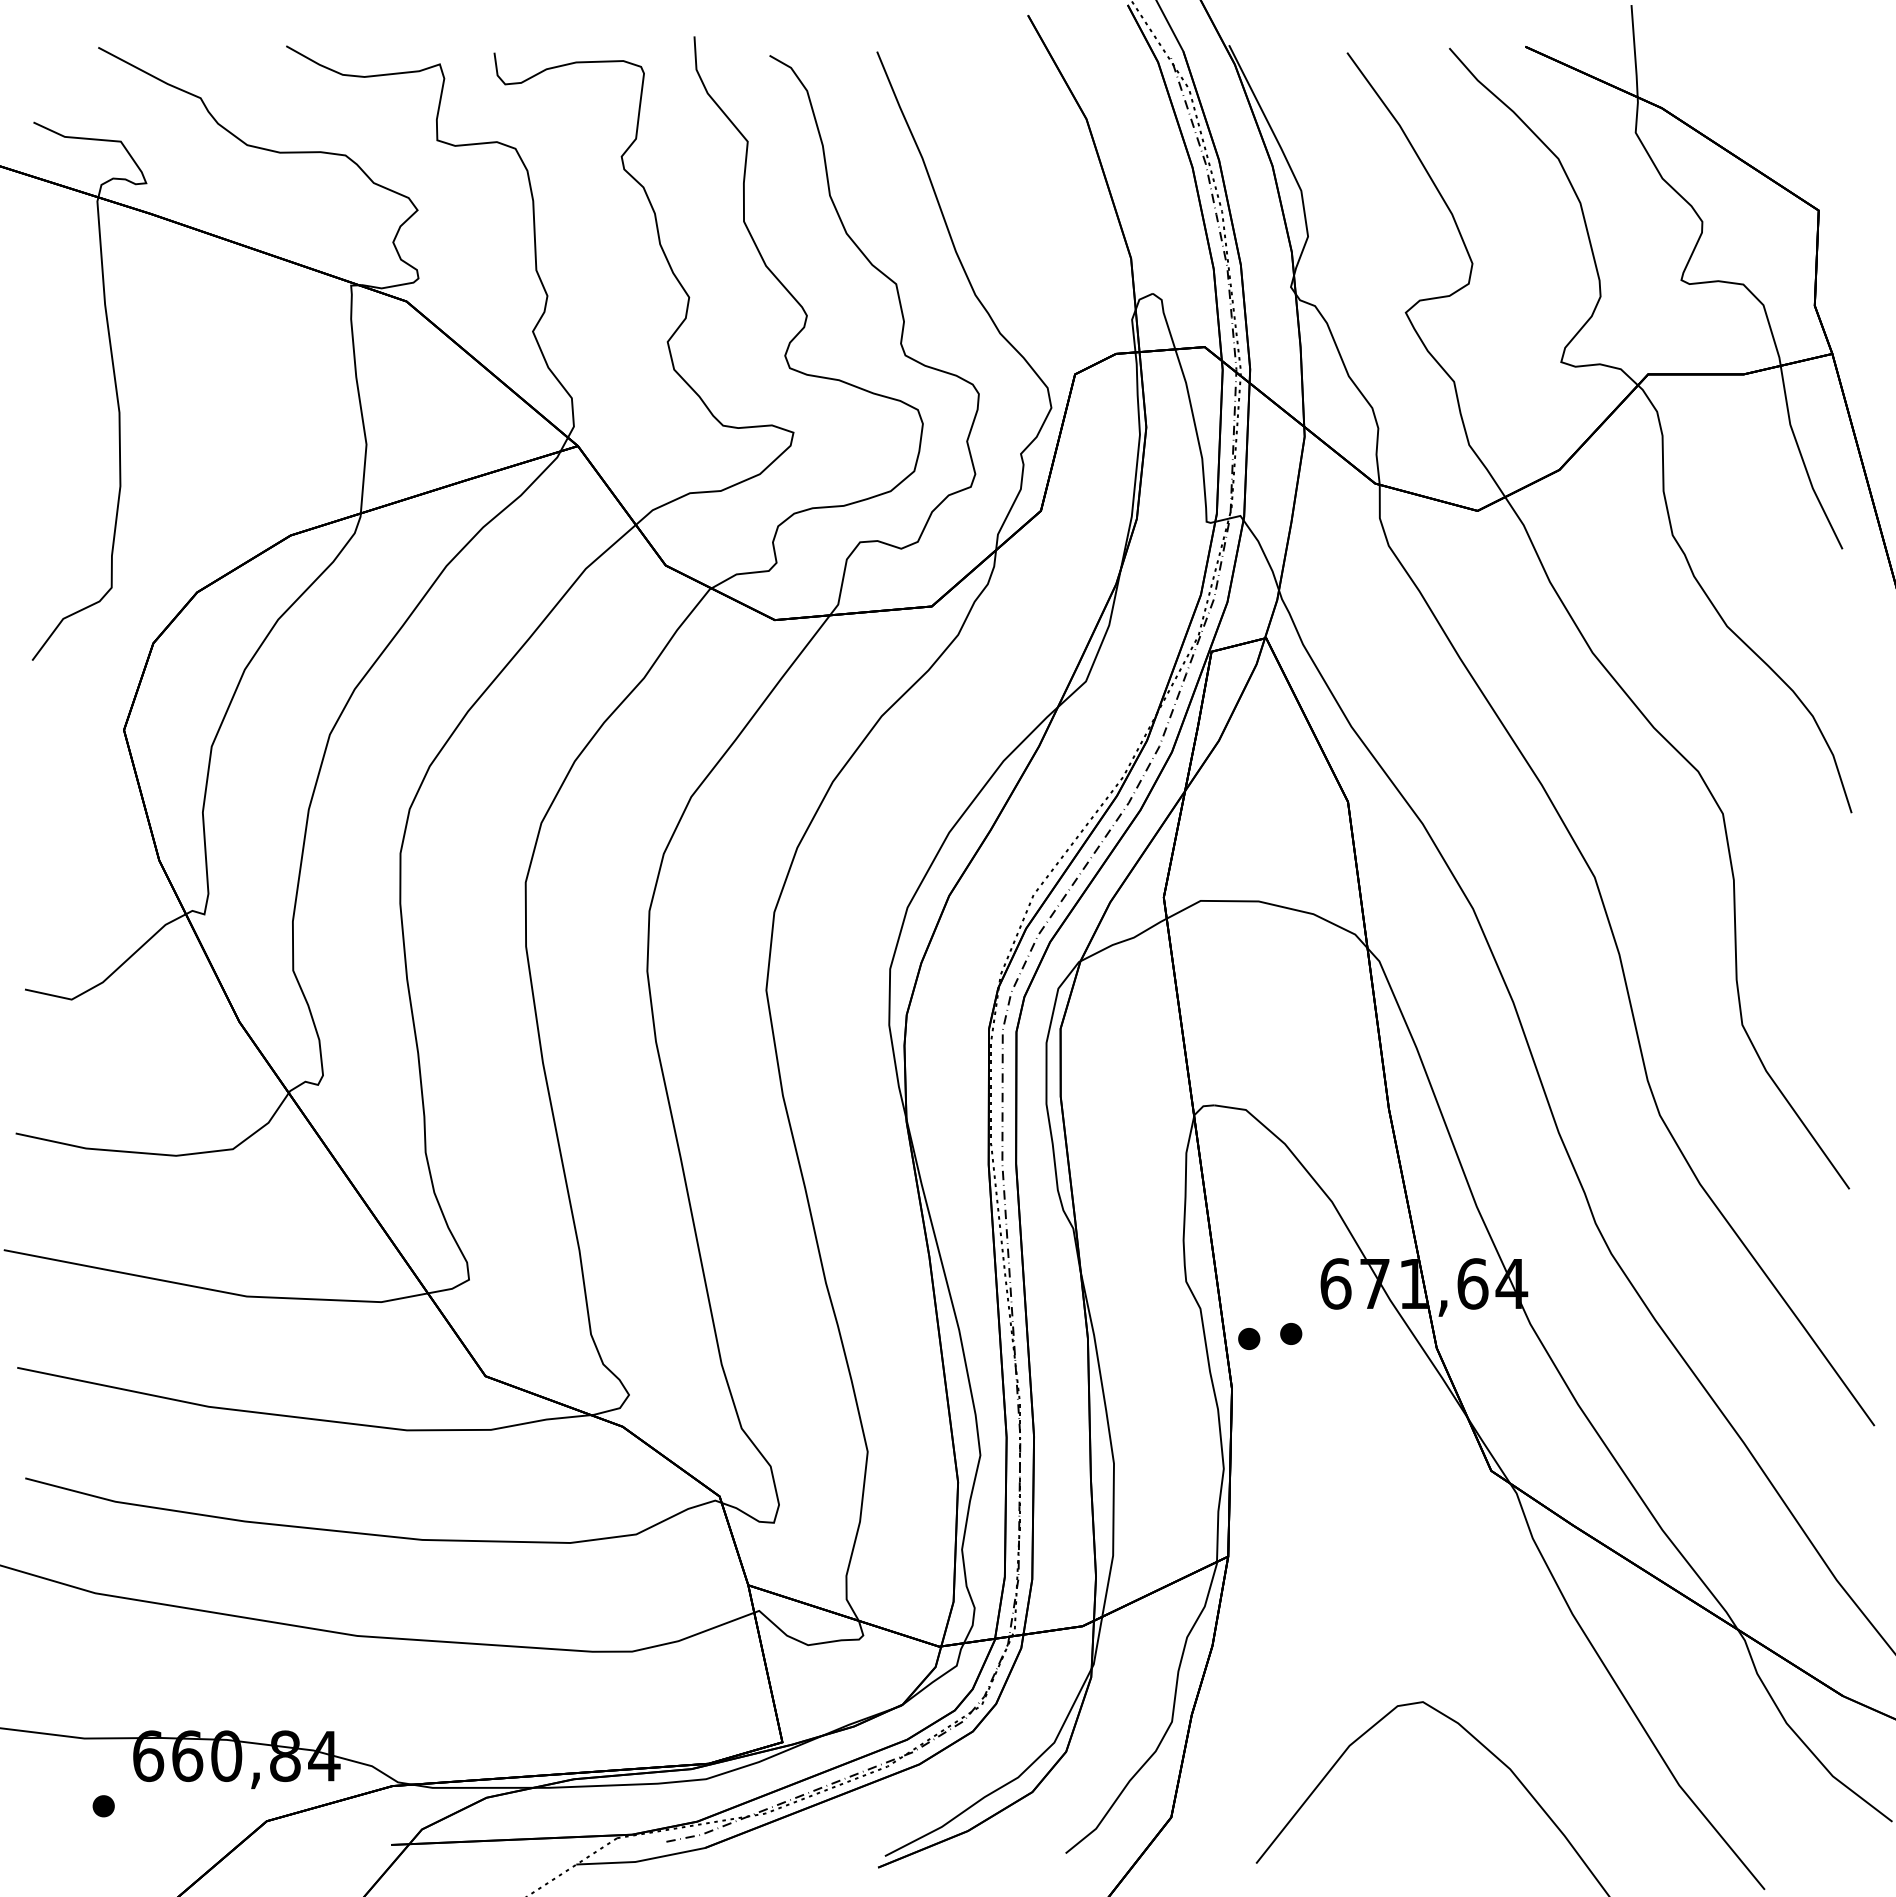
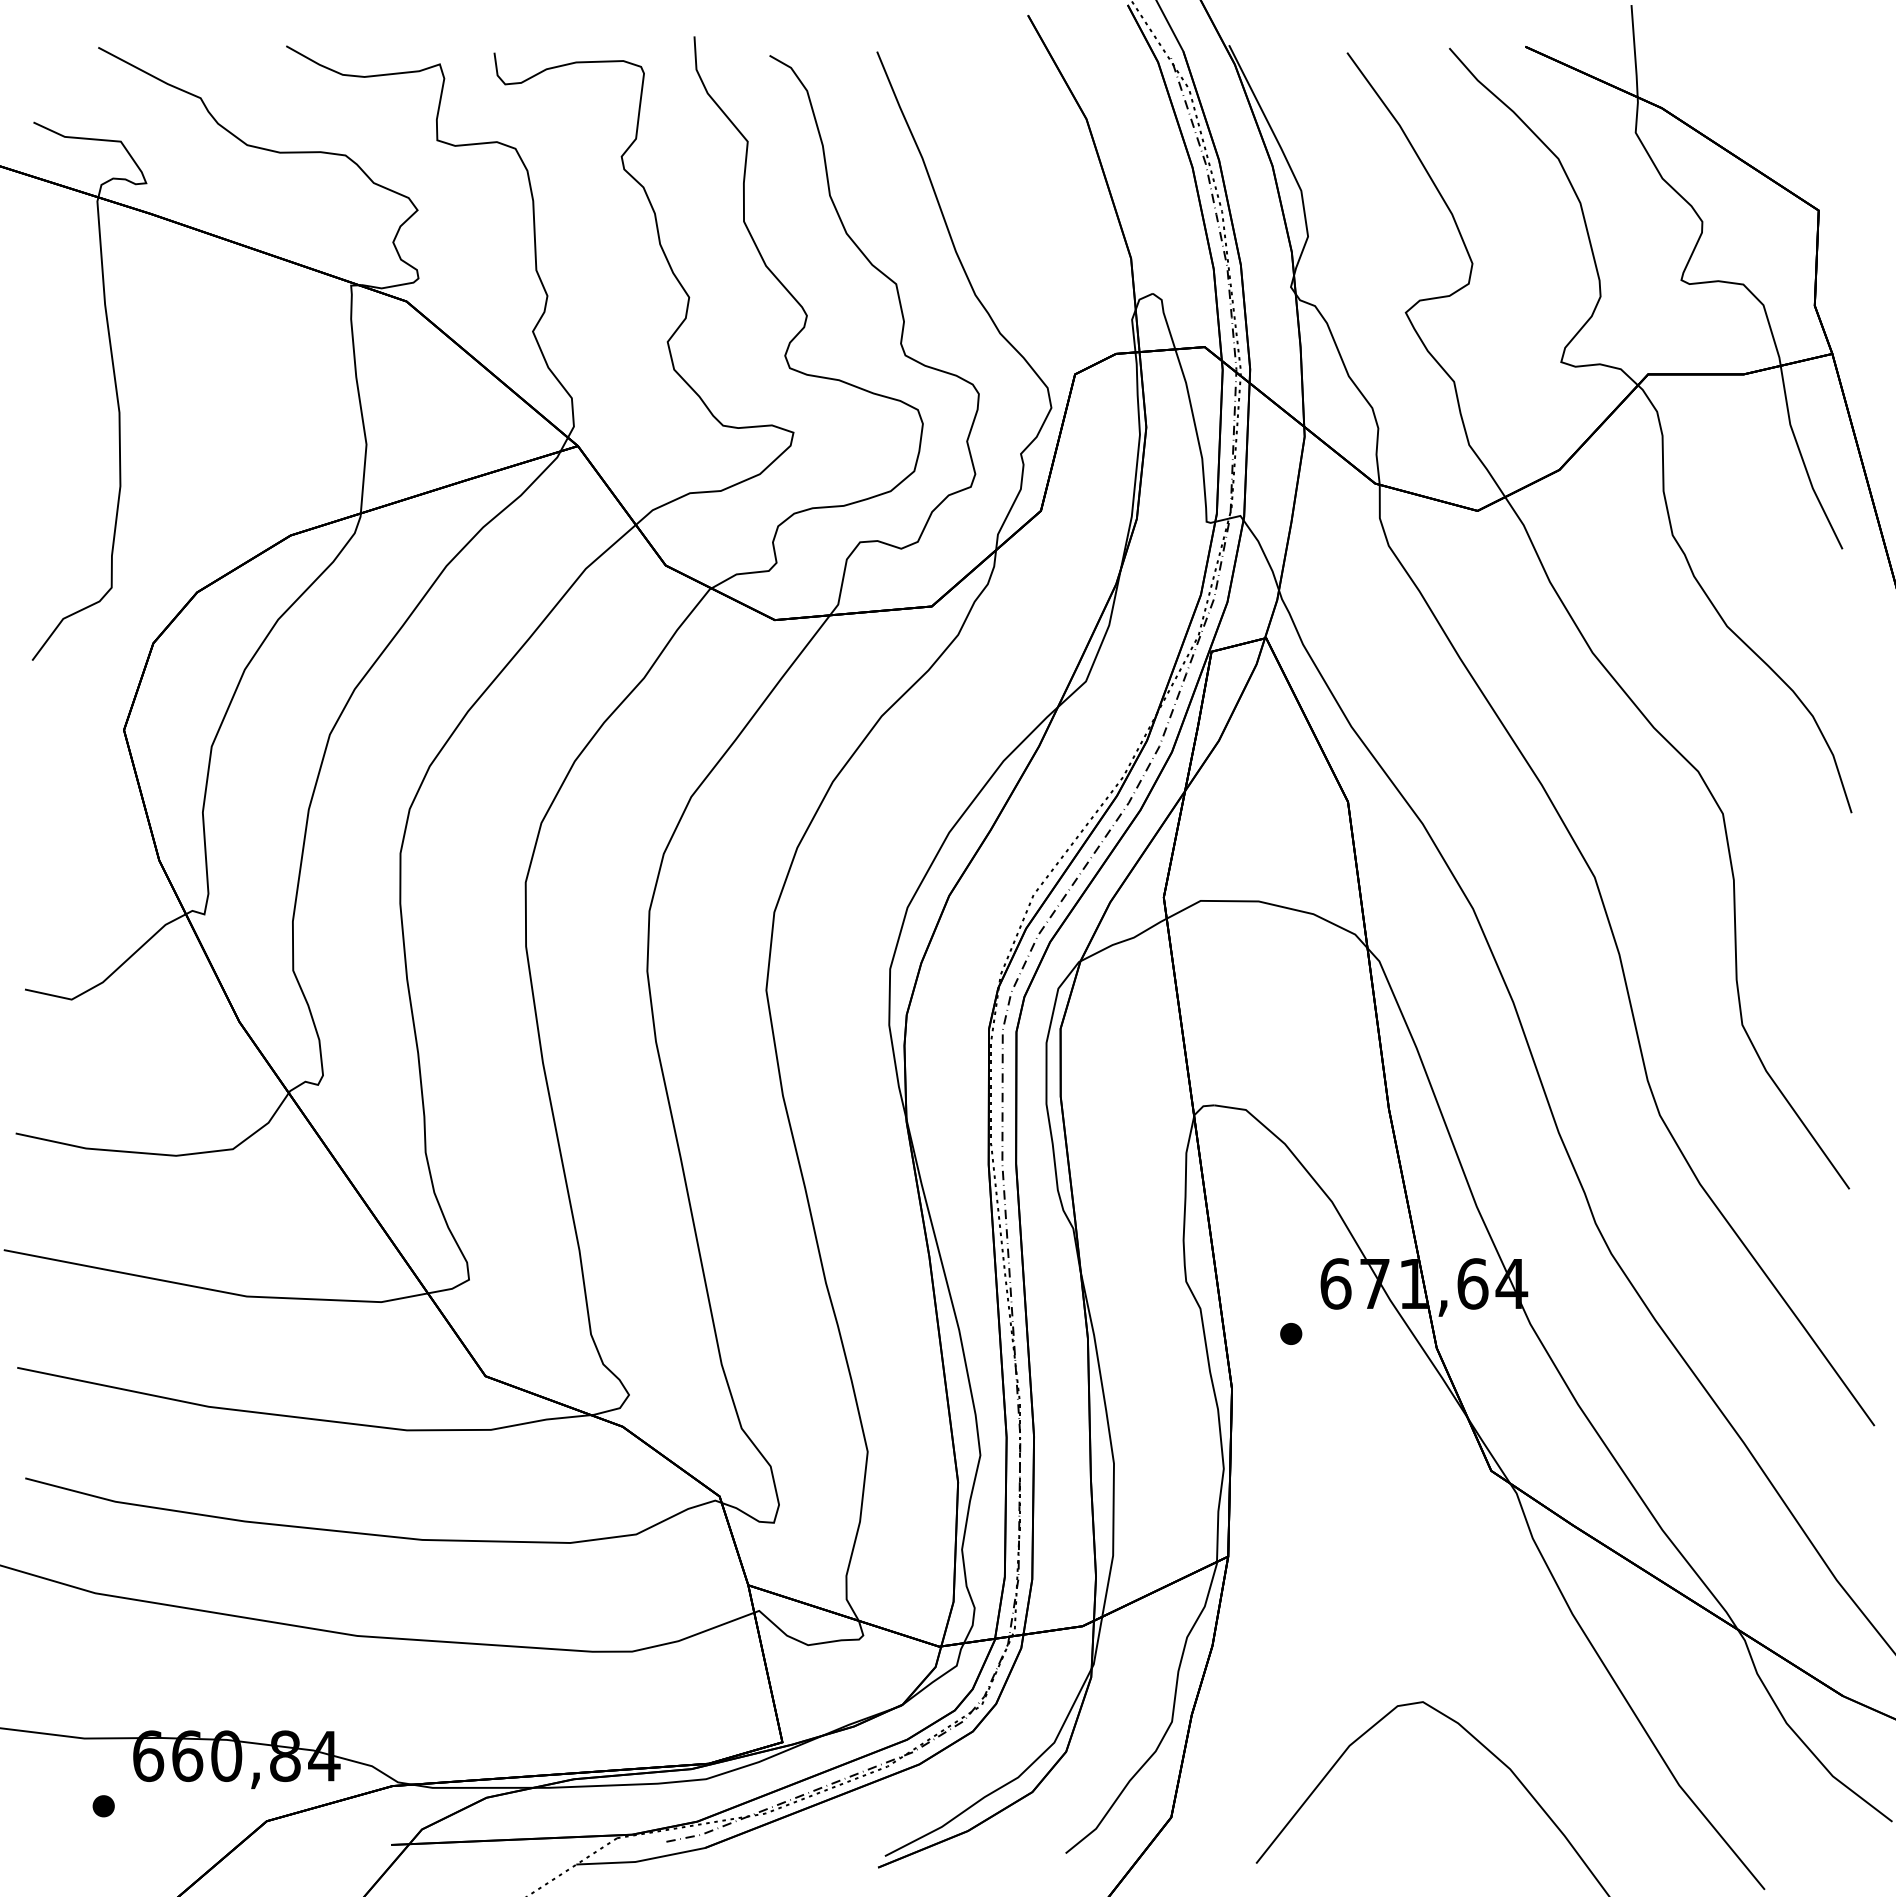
part at (1249, 1338): present -> none
